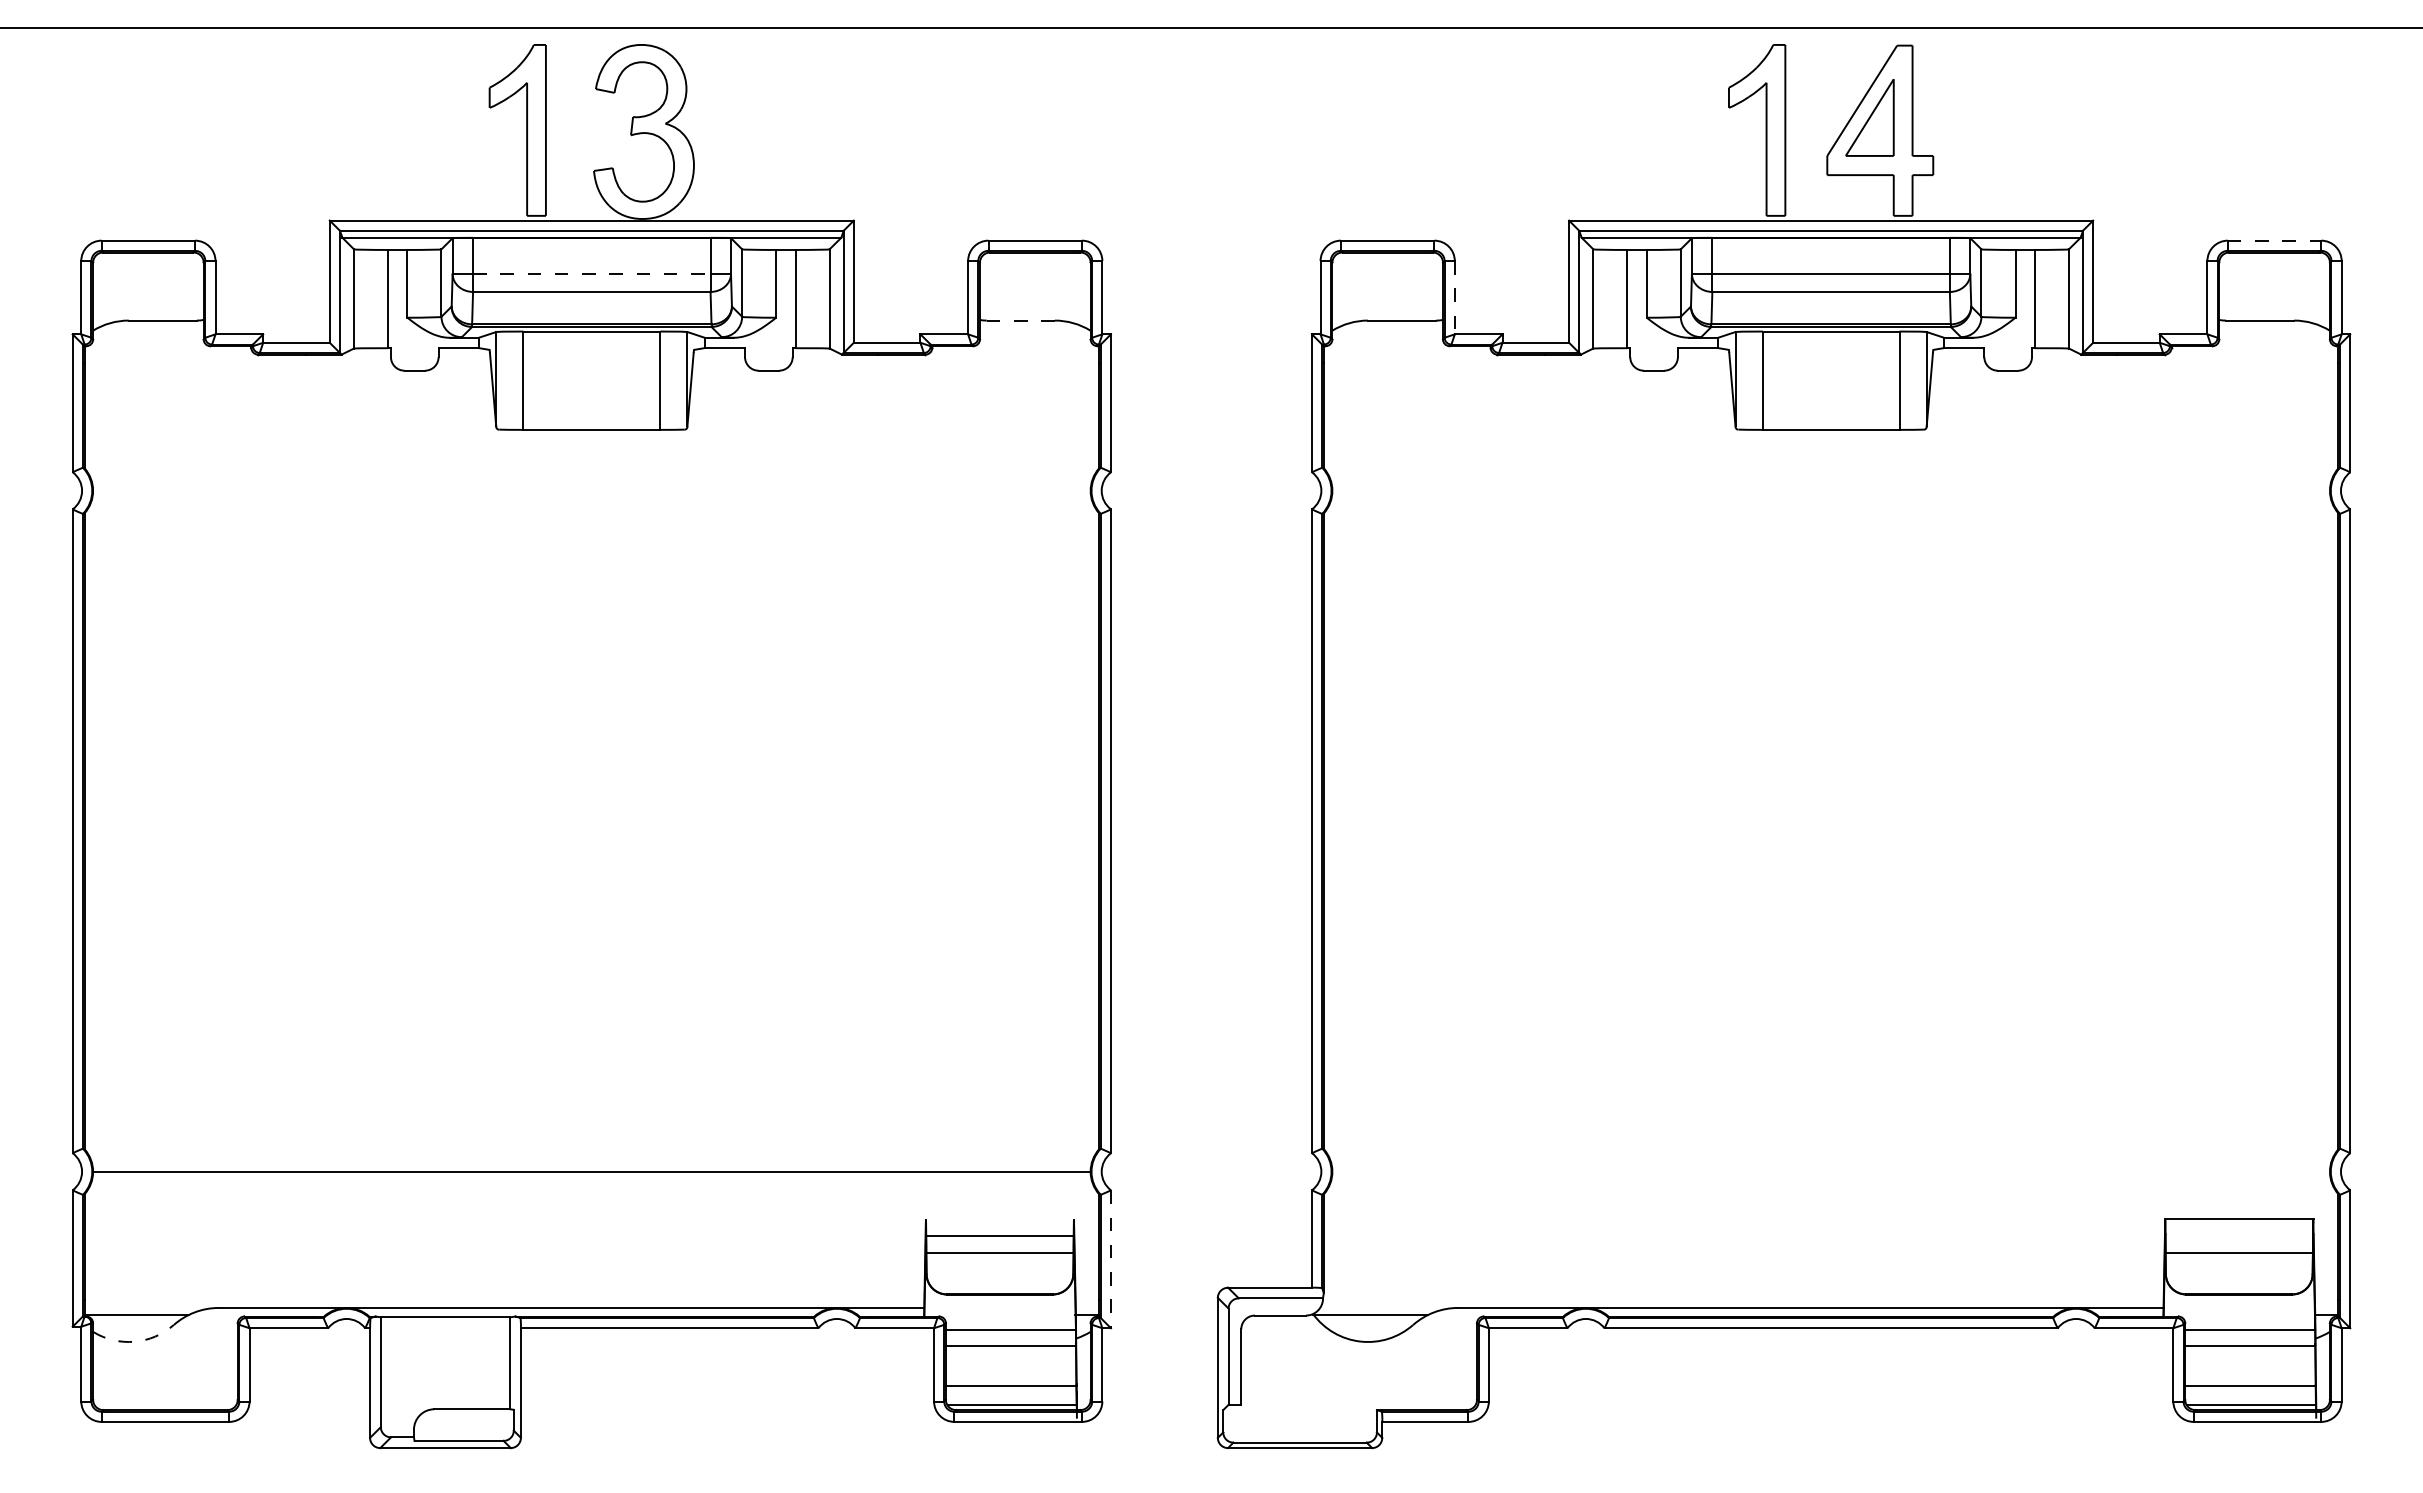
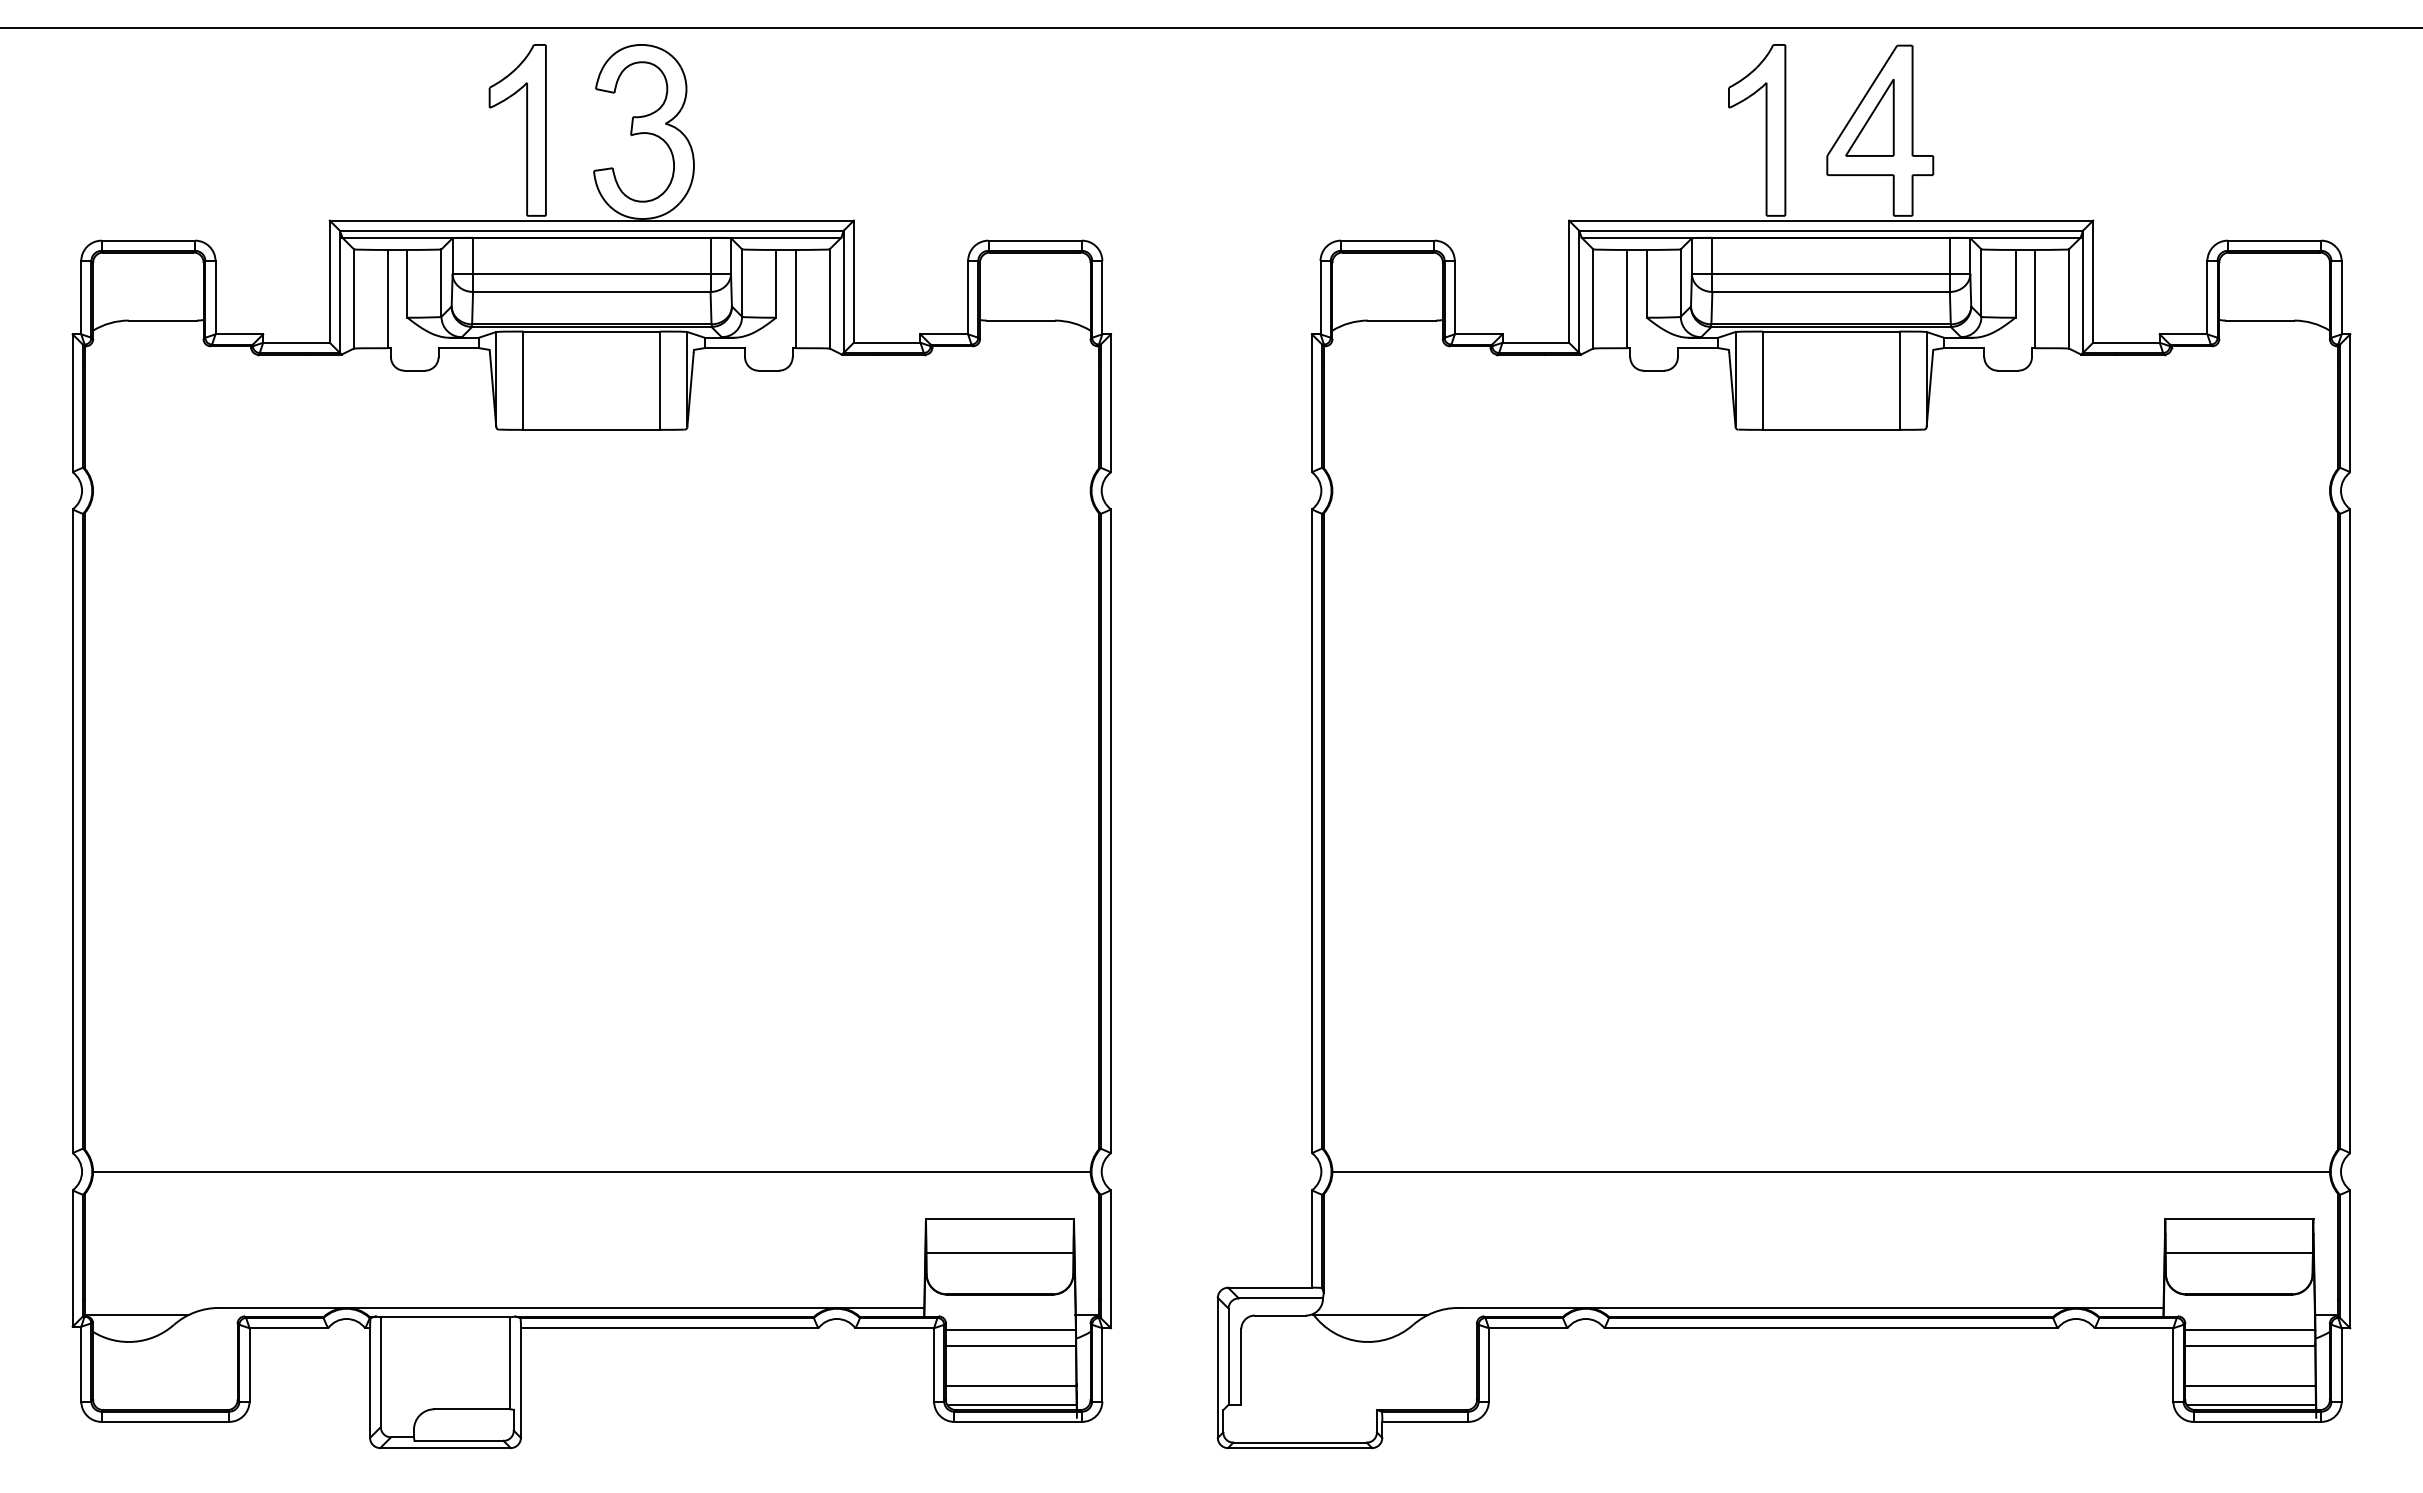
line at (2274, 240): dashed -> solid
line at (591, 274): dashed -> solid
line at (1454, 297): dashed -> solid
line at (1020, 320): dashed -> solid
line at (1830, 1171): none -> present
line at (999, 1236) position: (999, 1236) -> (999, 1219)
line at (1110, 1259): dashed -> solid
arc at (134, 1341): dashed -> solid
